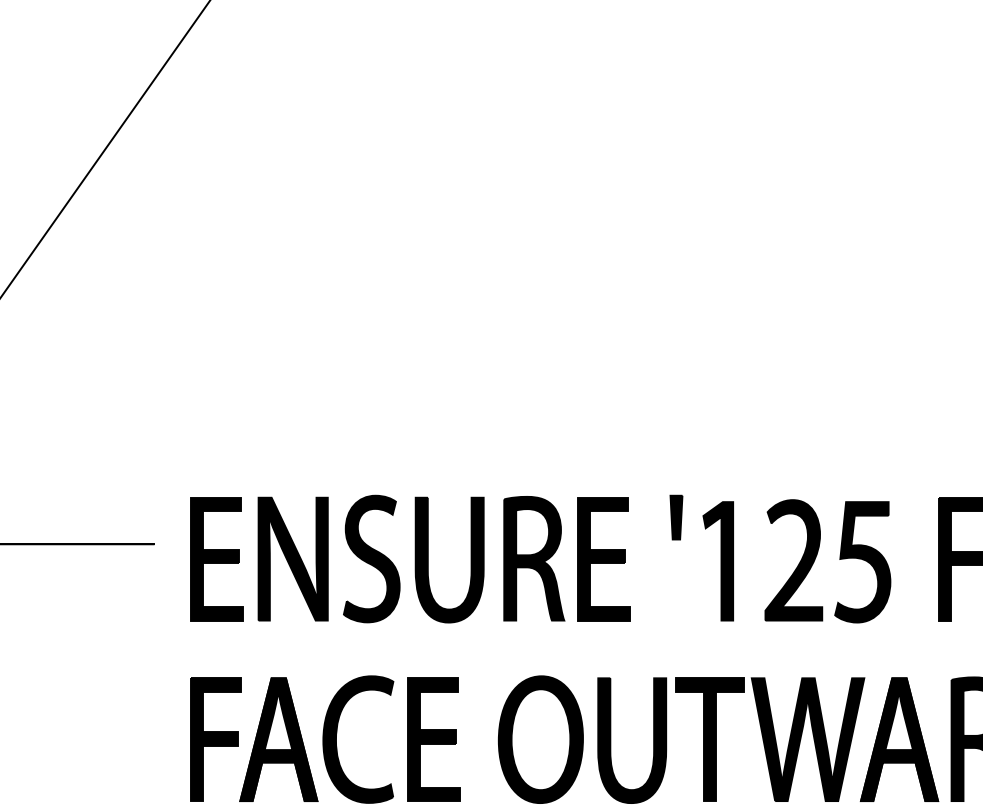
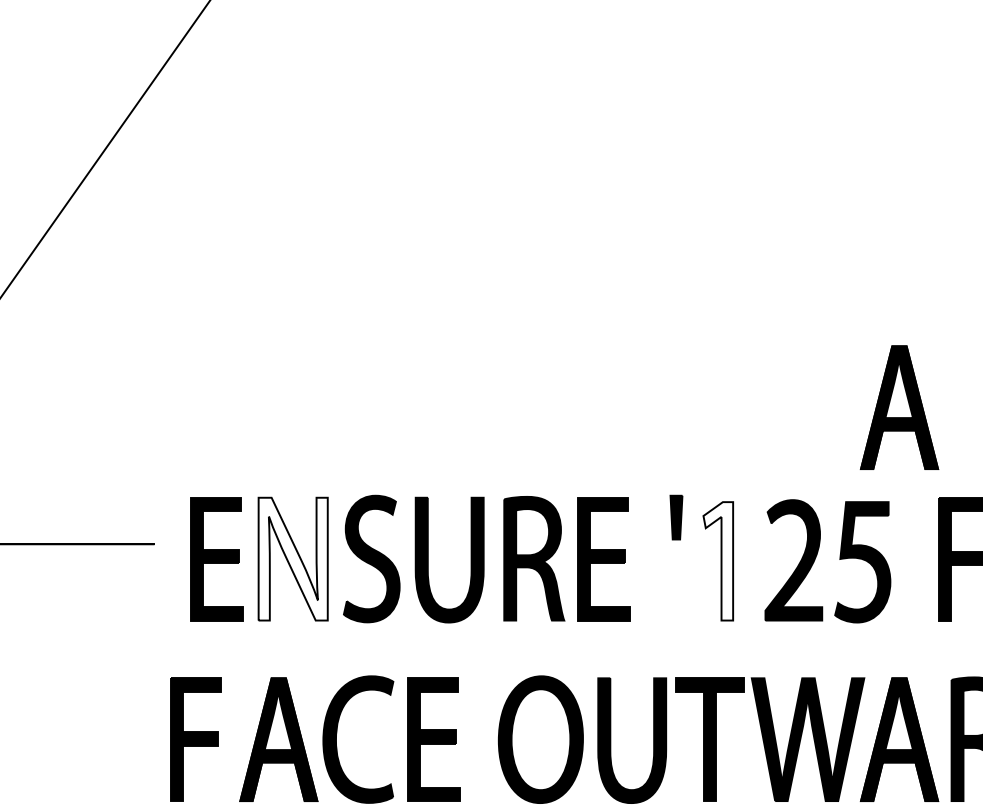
part at (899, 407): none -> present
fill at (292, 558): present -> none
fill at (718, 561): present -> none
part at (215, 739) position: (215, 739) -> (195, 739)
